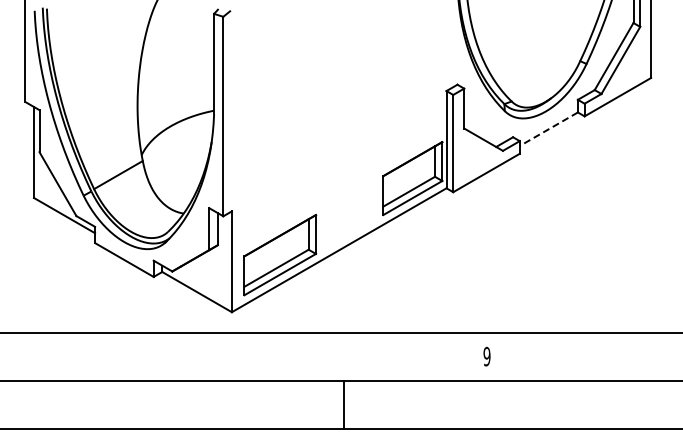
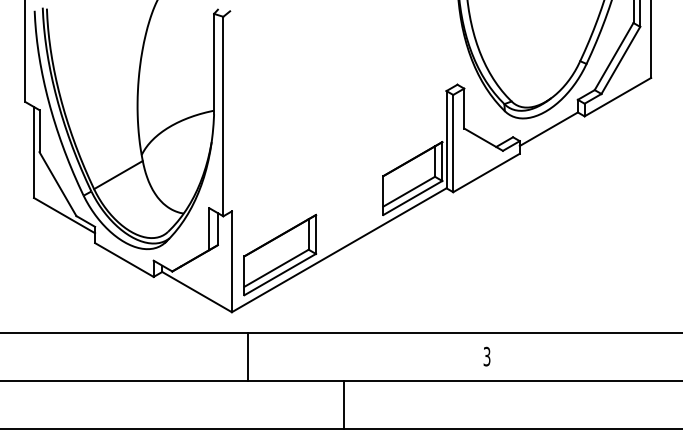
line at (548, 129): dashed -> solid
text at (486, 356): 9 -> 3
line at (248, 357): none -> present
